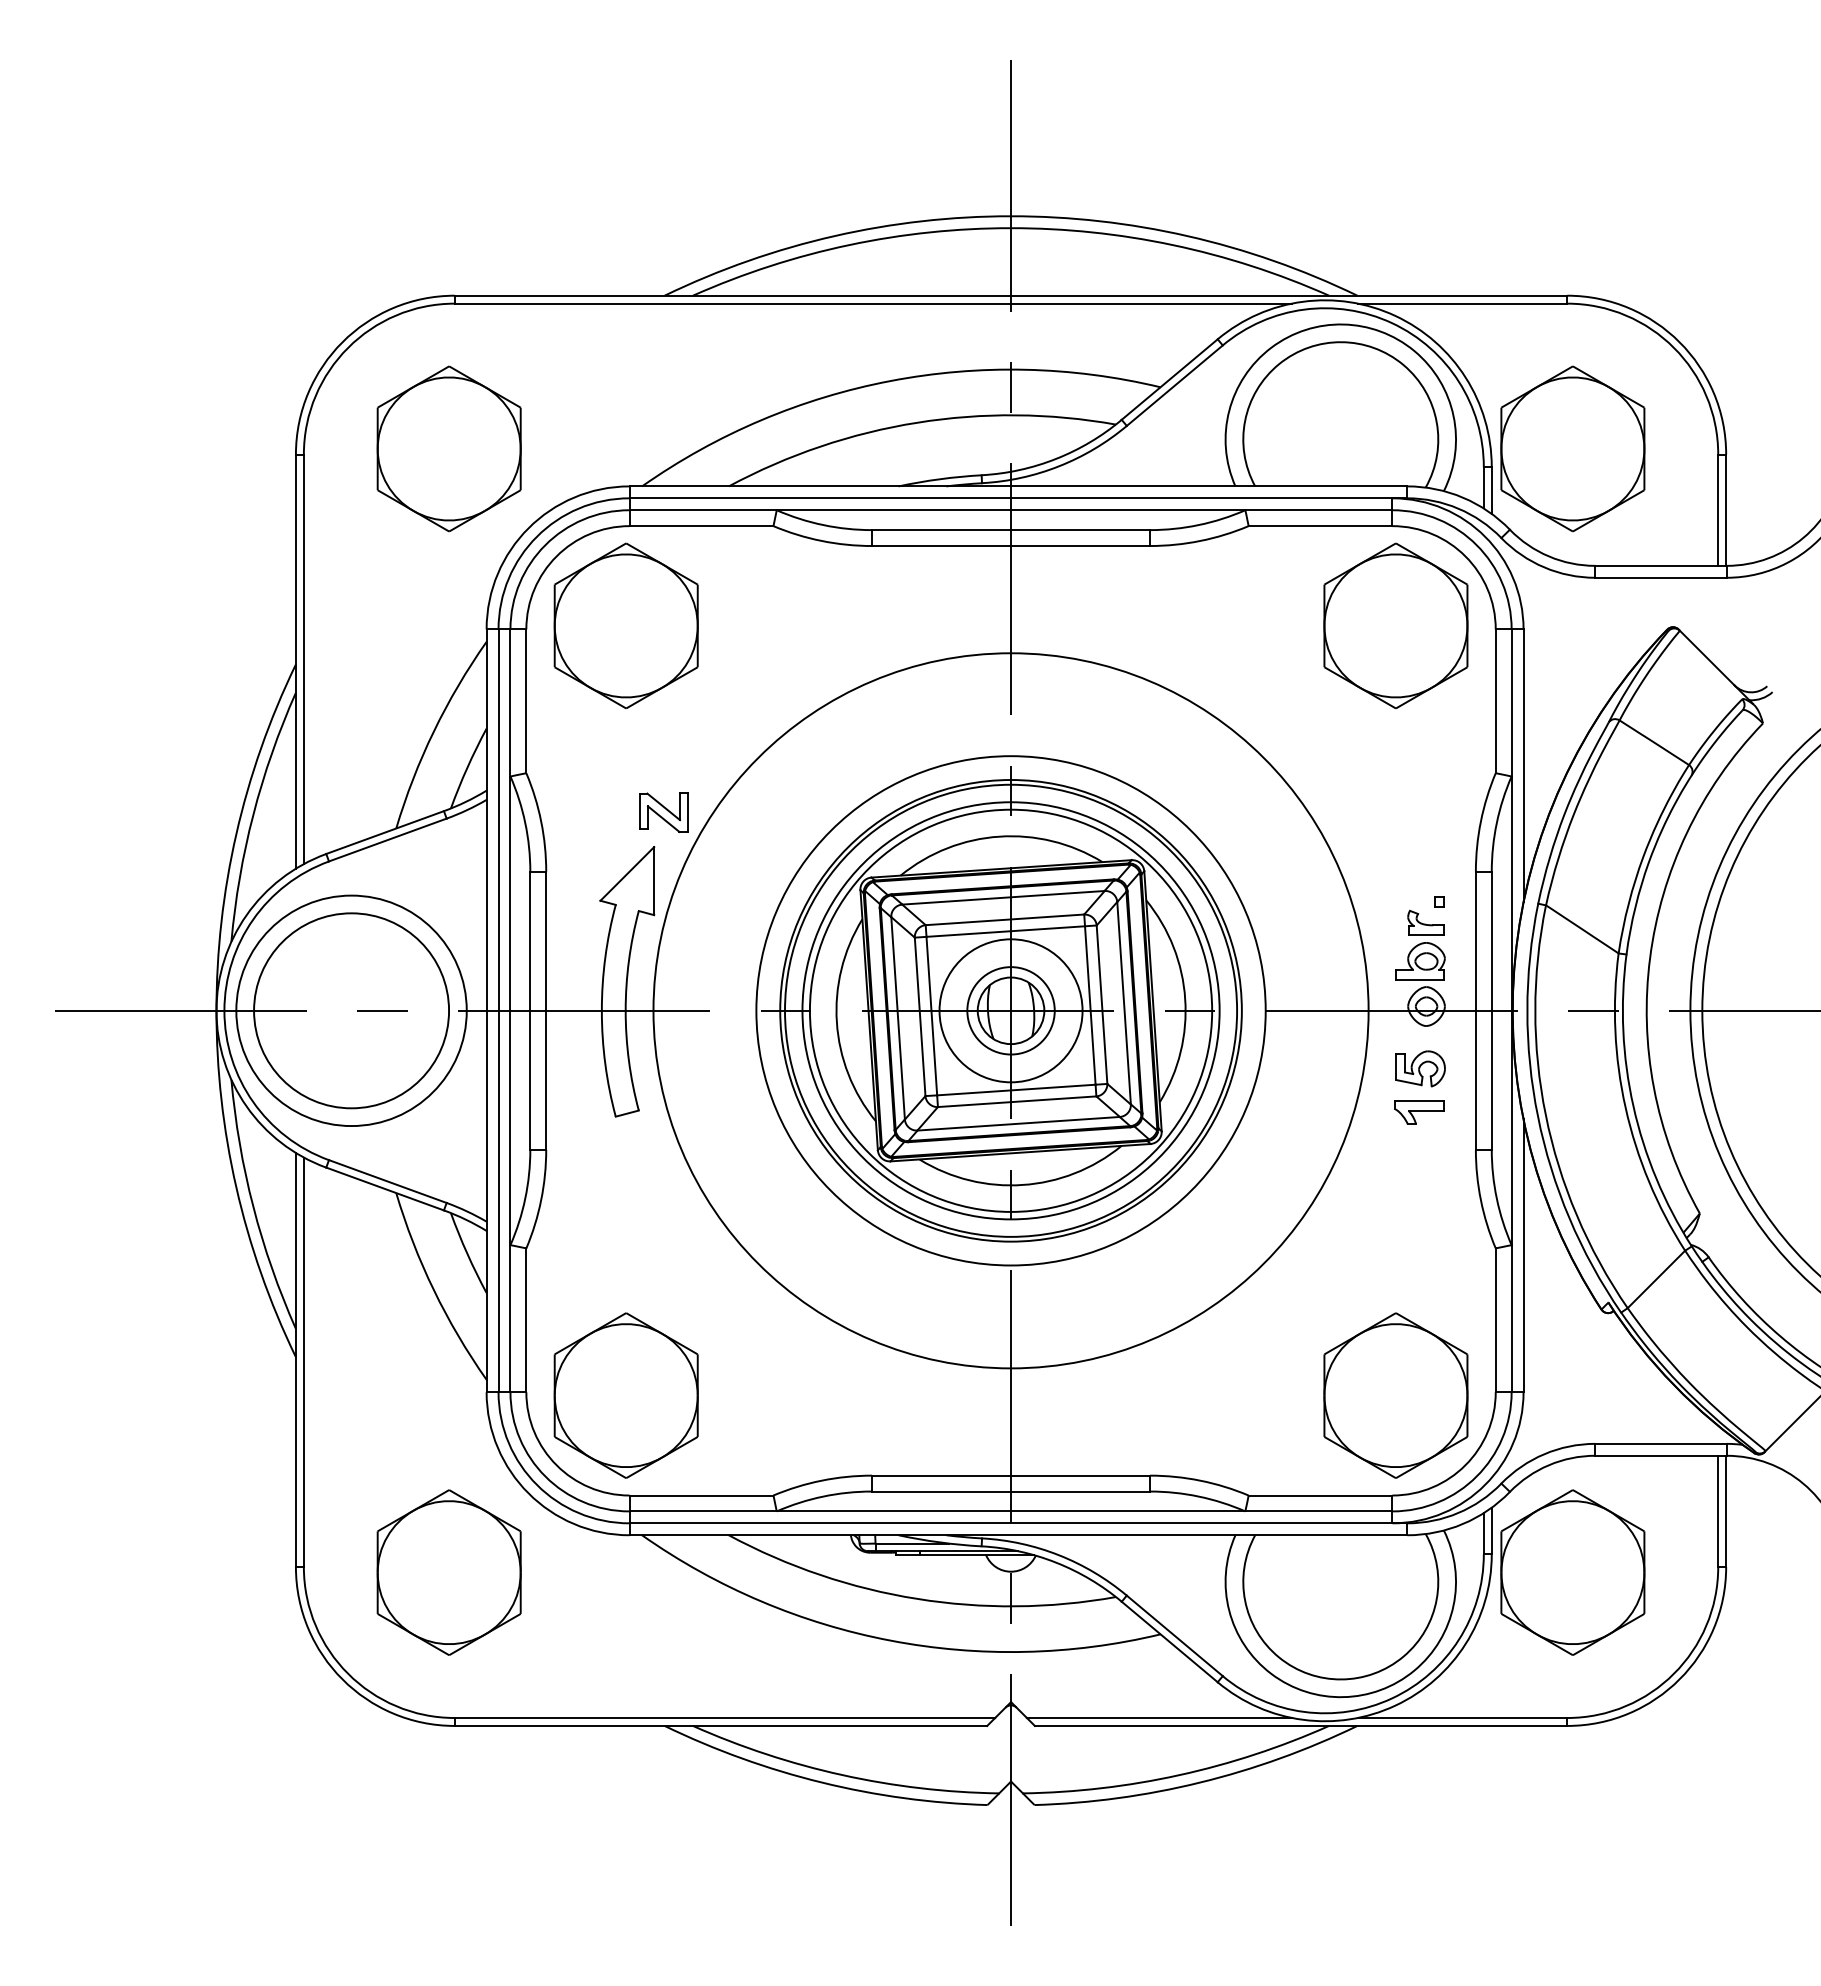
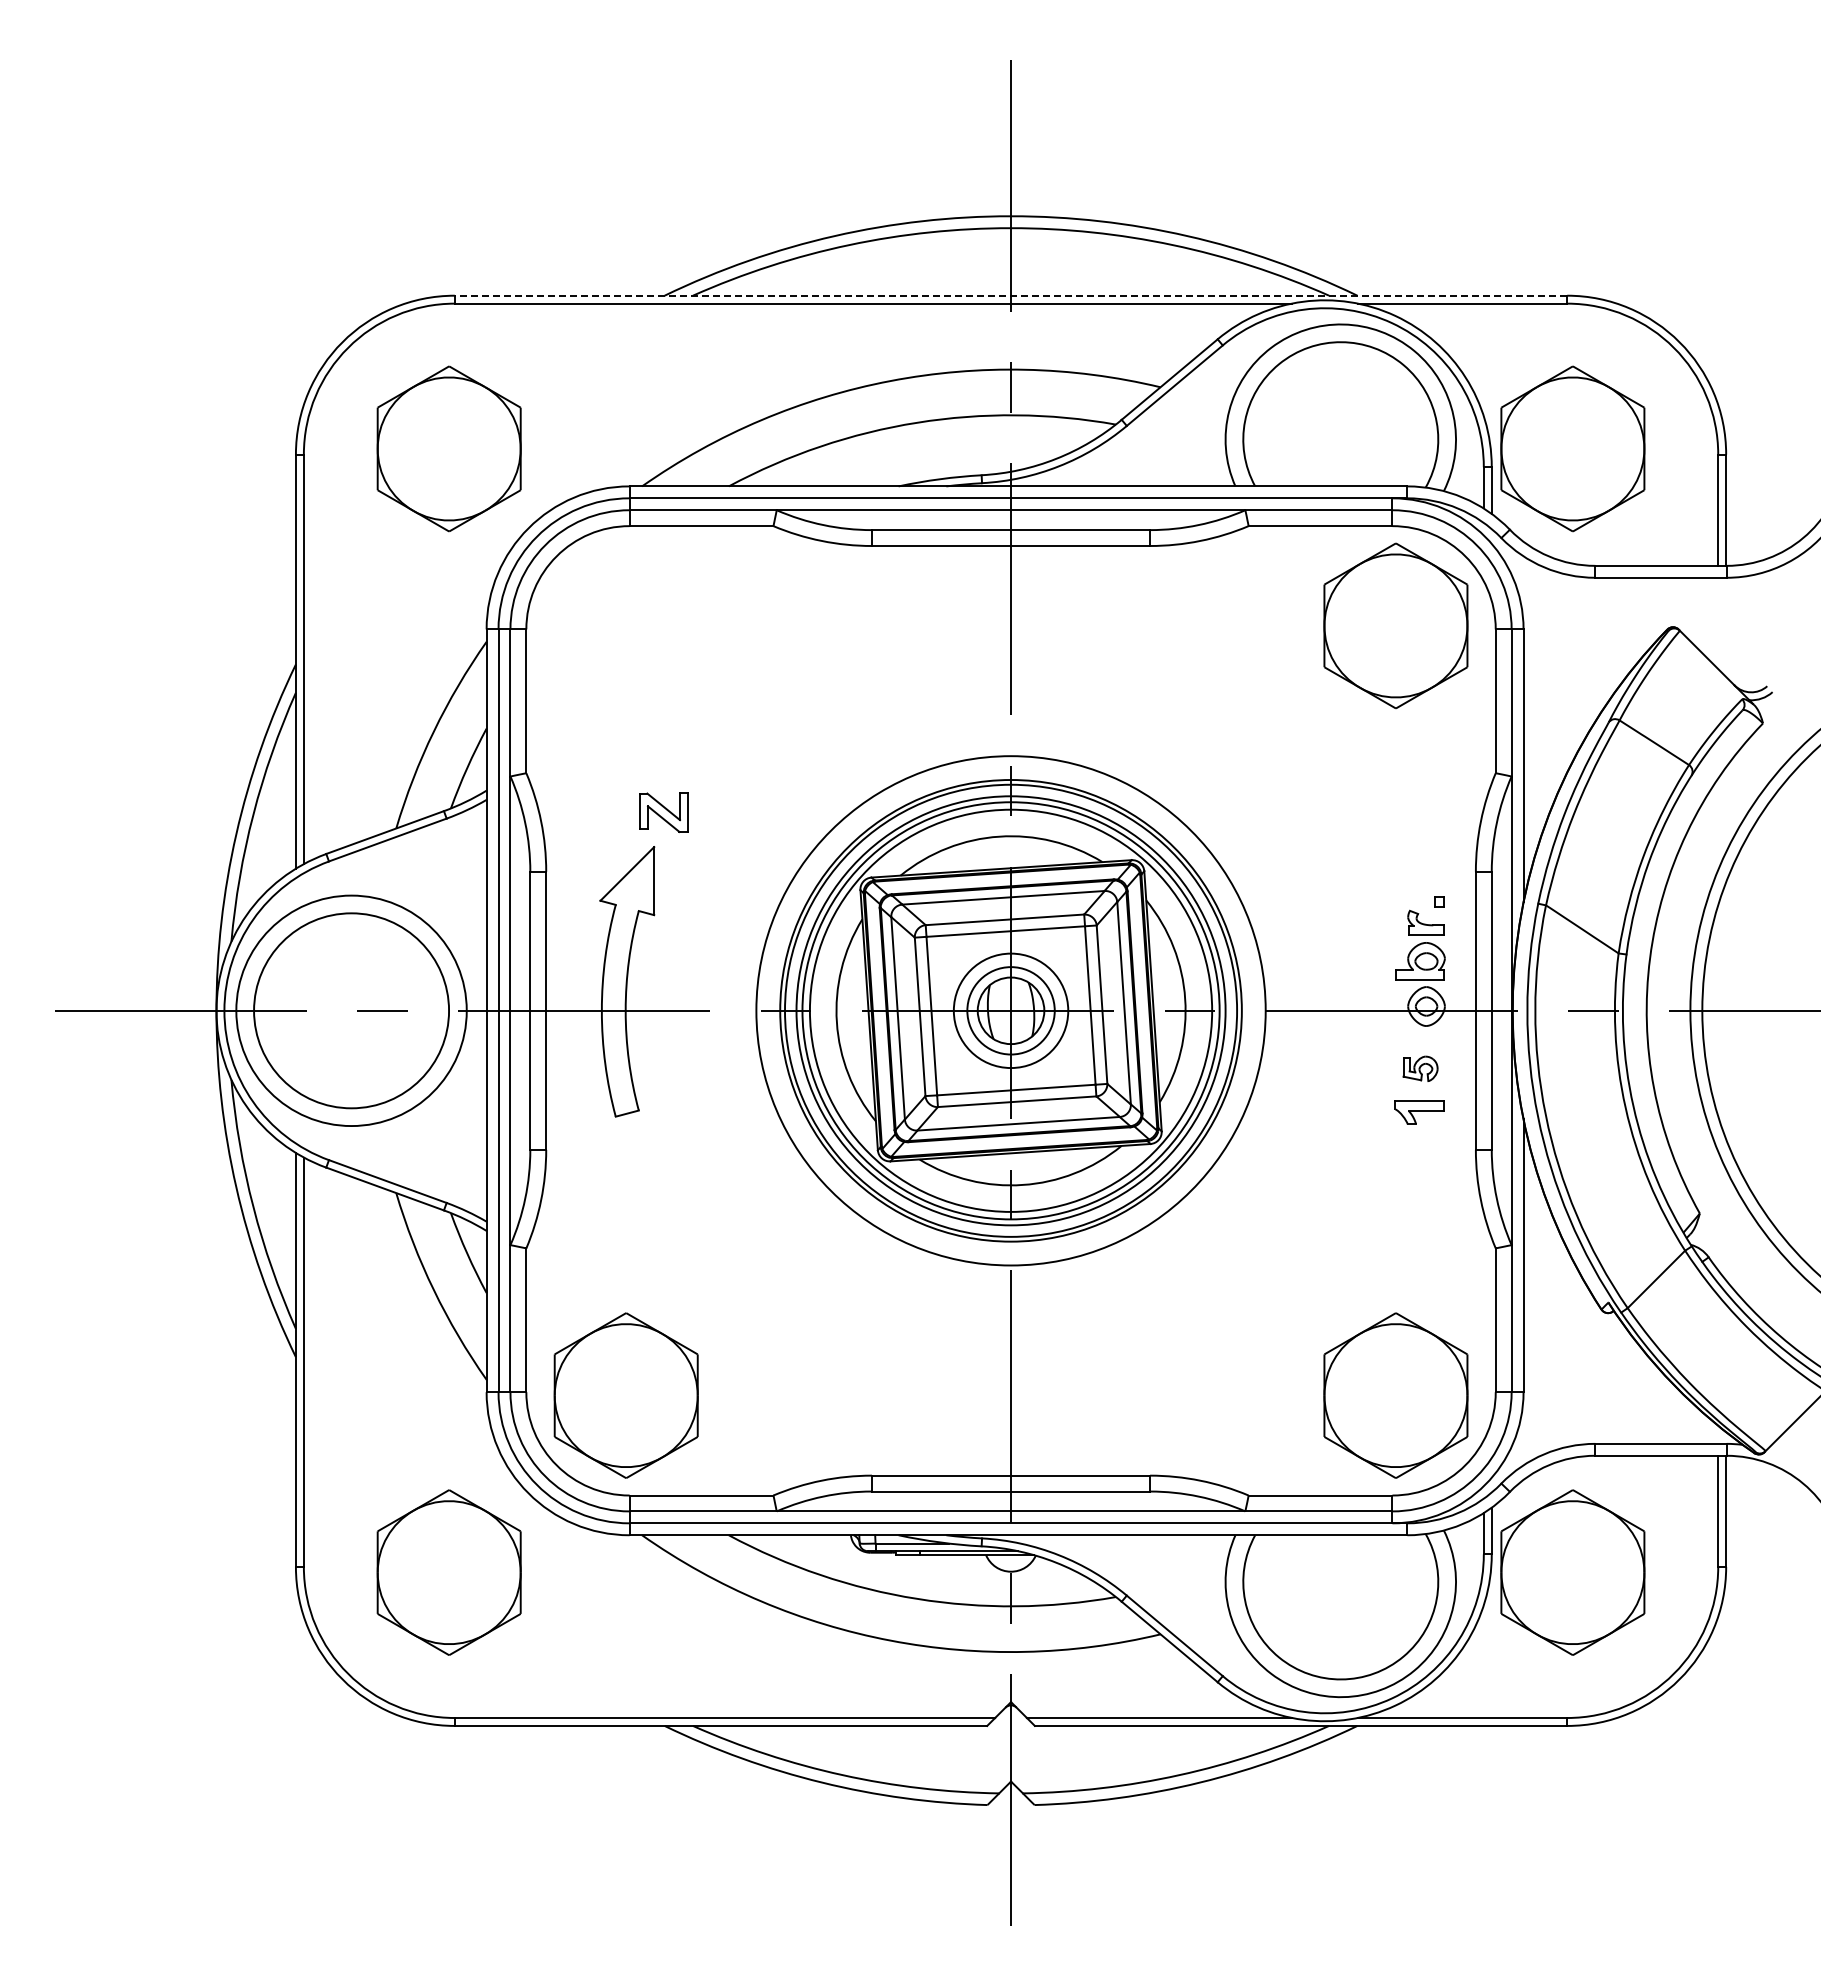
line at (1010, 295): solid -> dashed
part at (625, 625): present -> none
circle at (1010, 1010) diameter: 143 px -> 114 px
circle at (1010, 1010) diameter: 715 px -> 429 px
part at (1420, 1068) size: 51x38 px -> 37x27 px
